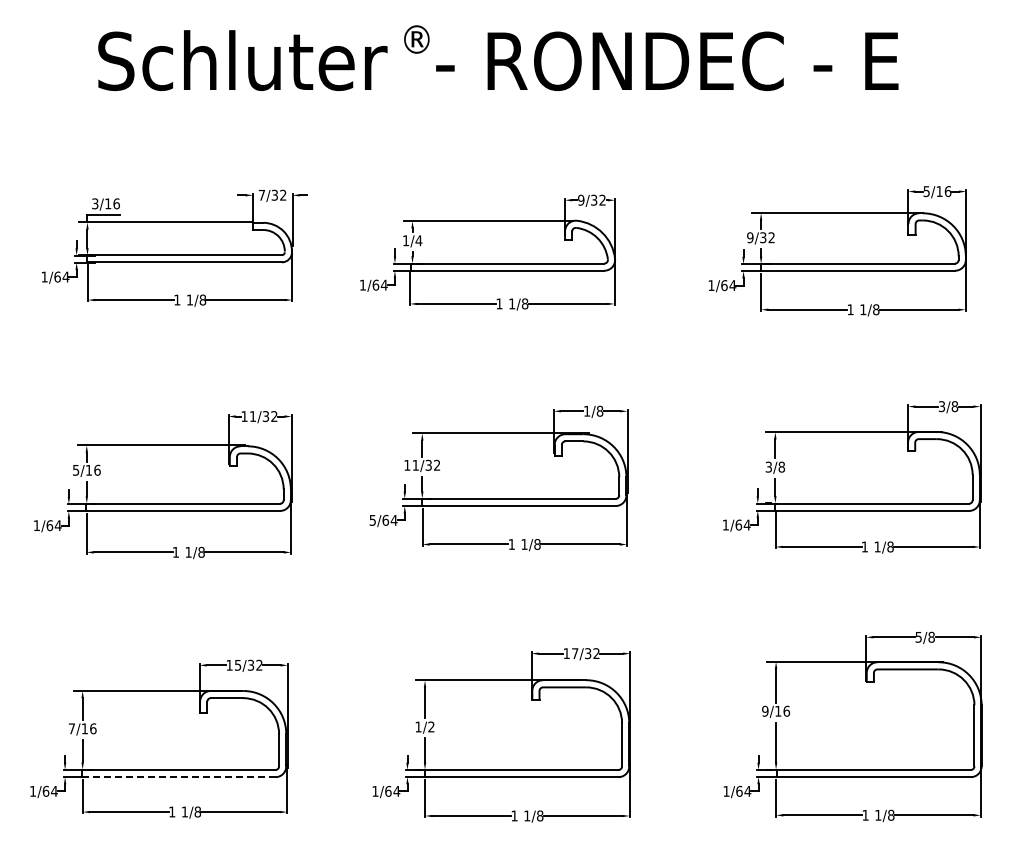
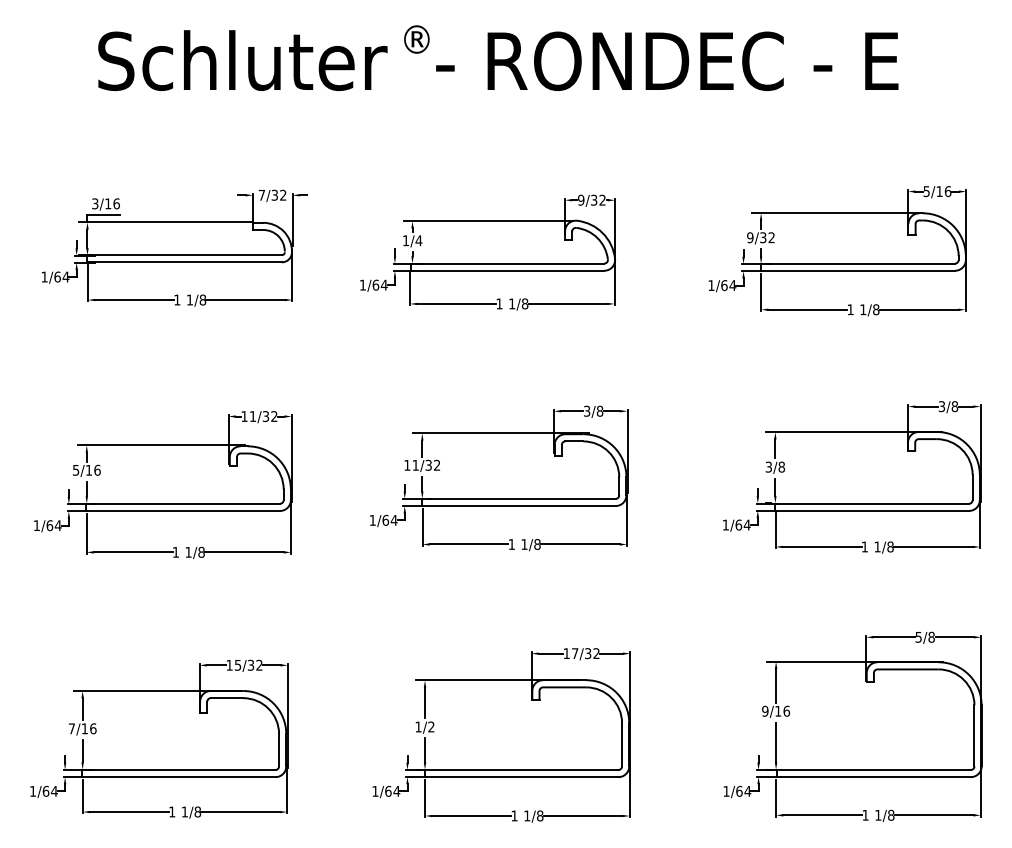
text at (587, 410): 1/8 -> 3/8
text at (372, 520): 5/64 -> 1/64
line at (178, 777): dashed -> solid
